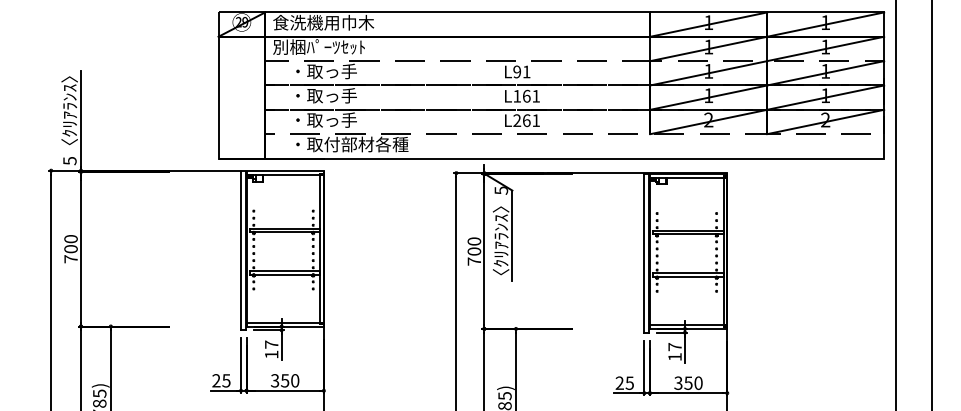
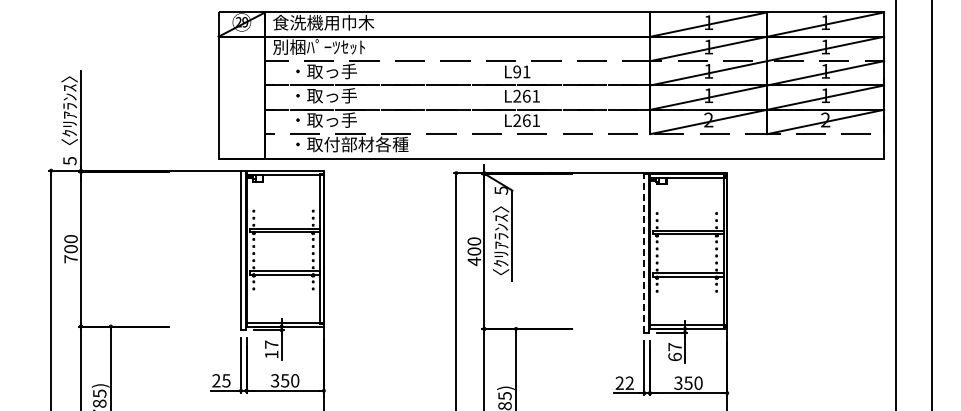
text at (517, 95): L161 -> L261
line at (644, 252): solid -> dashed
text at (473, 261): 700 -> 400
text at (674, 356): 17 -> 67
text at (629, 382): 25 -> 22
